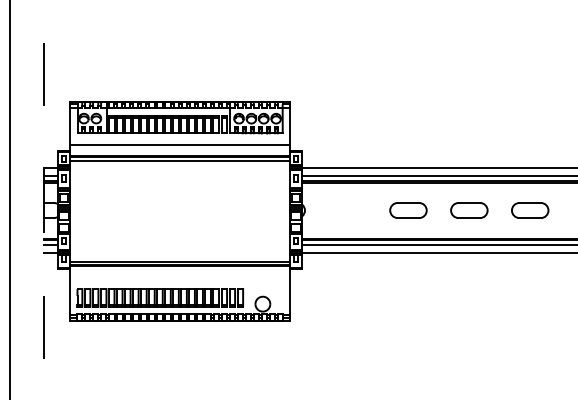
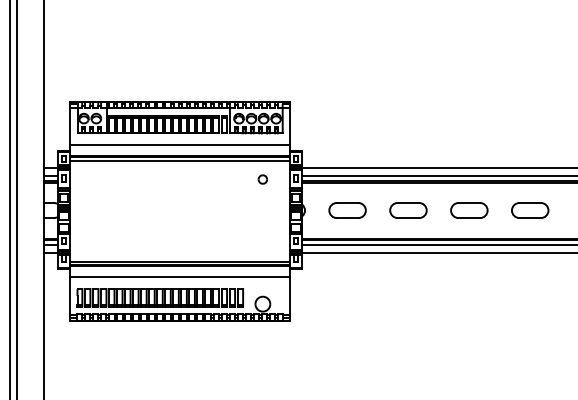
part at (262, 179): none -> present
line at (17, 199): none -> present
line at (43, 199): dashed -> solid
part at (347, 210): none -> present
line at (179, 277): none -> present
